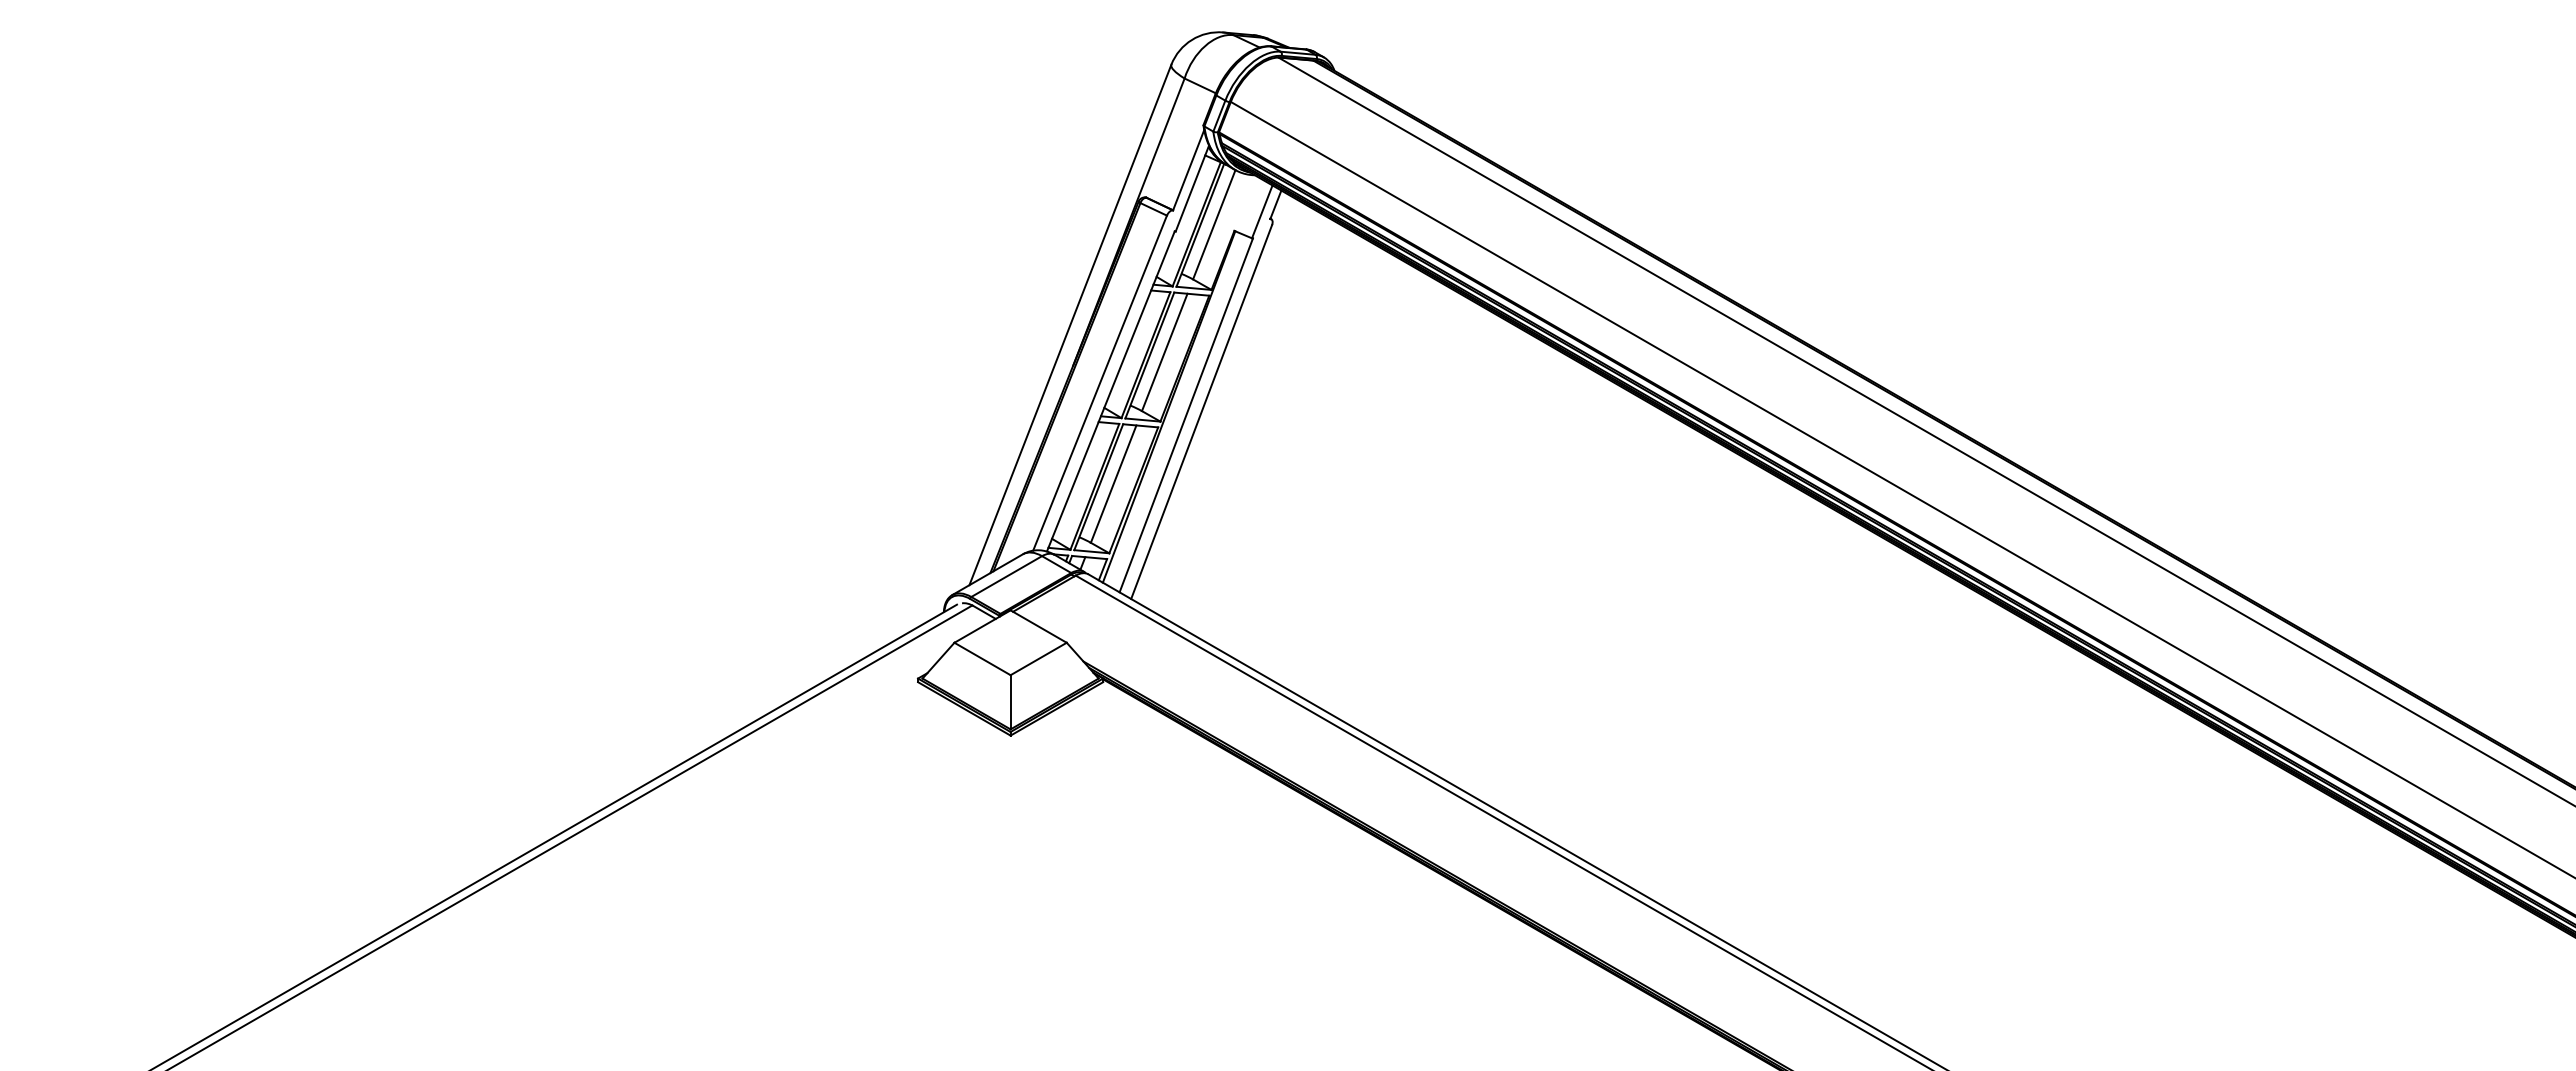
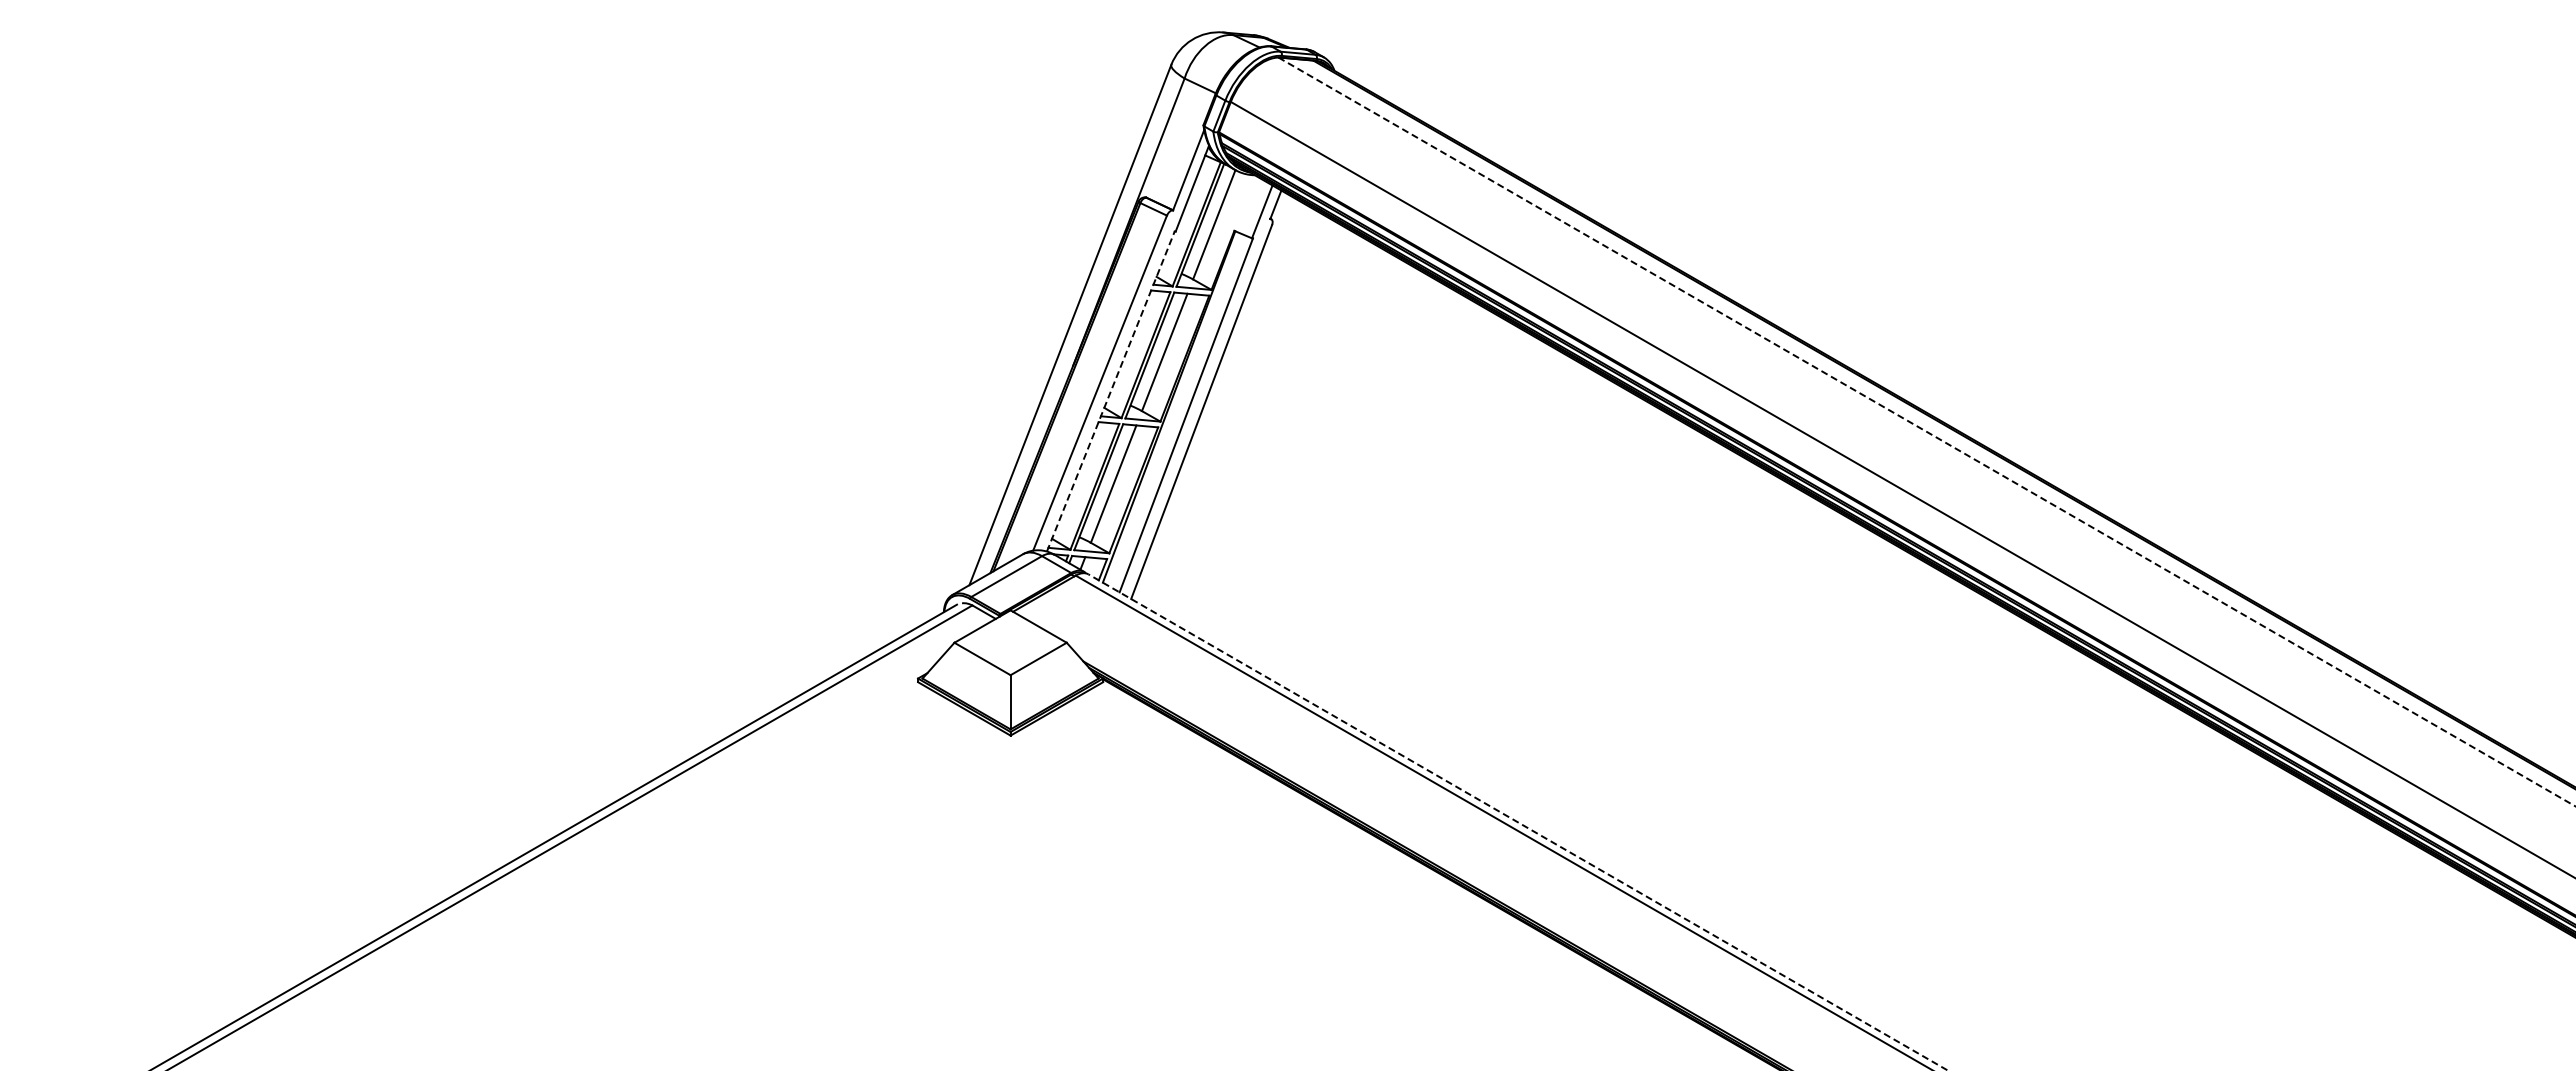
line at (1111, 391): solid -> dashed
line at (1926, 431): solid -> dashed
line at (1517, 822): solid -> dashed
